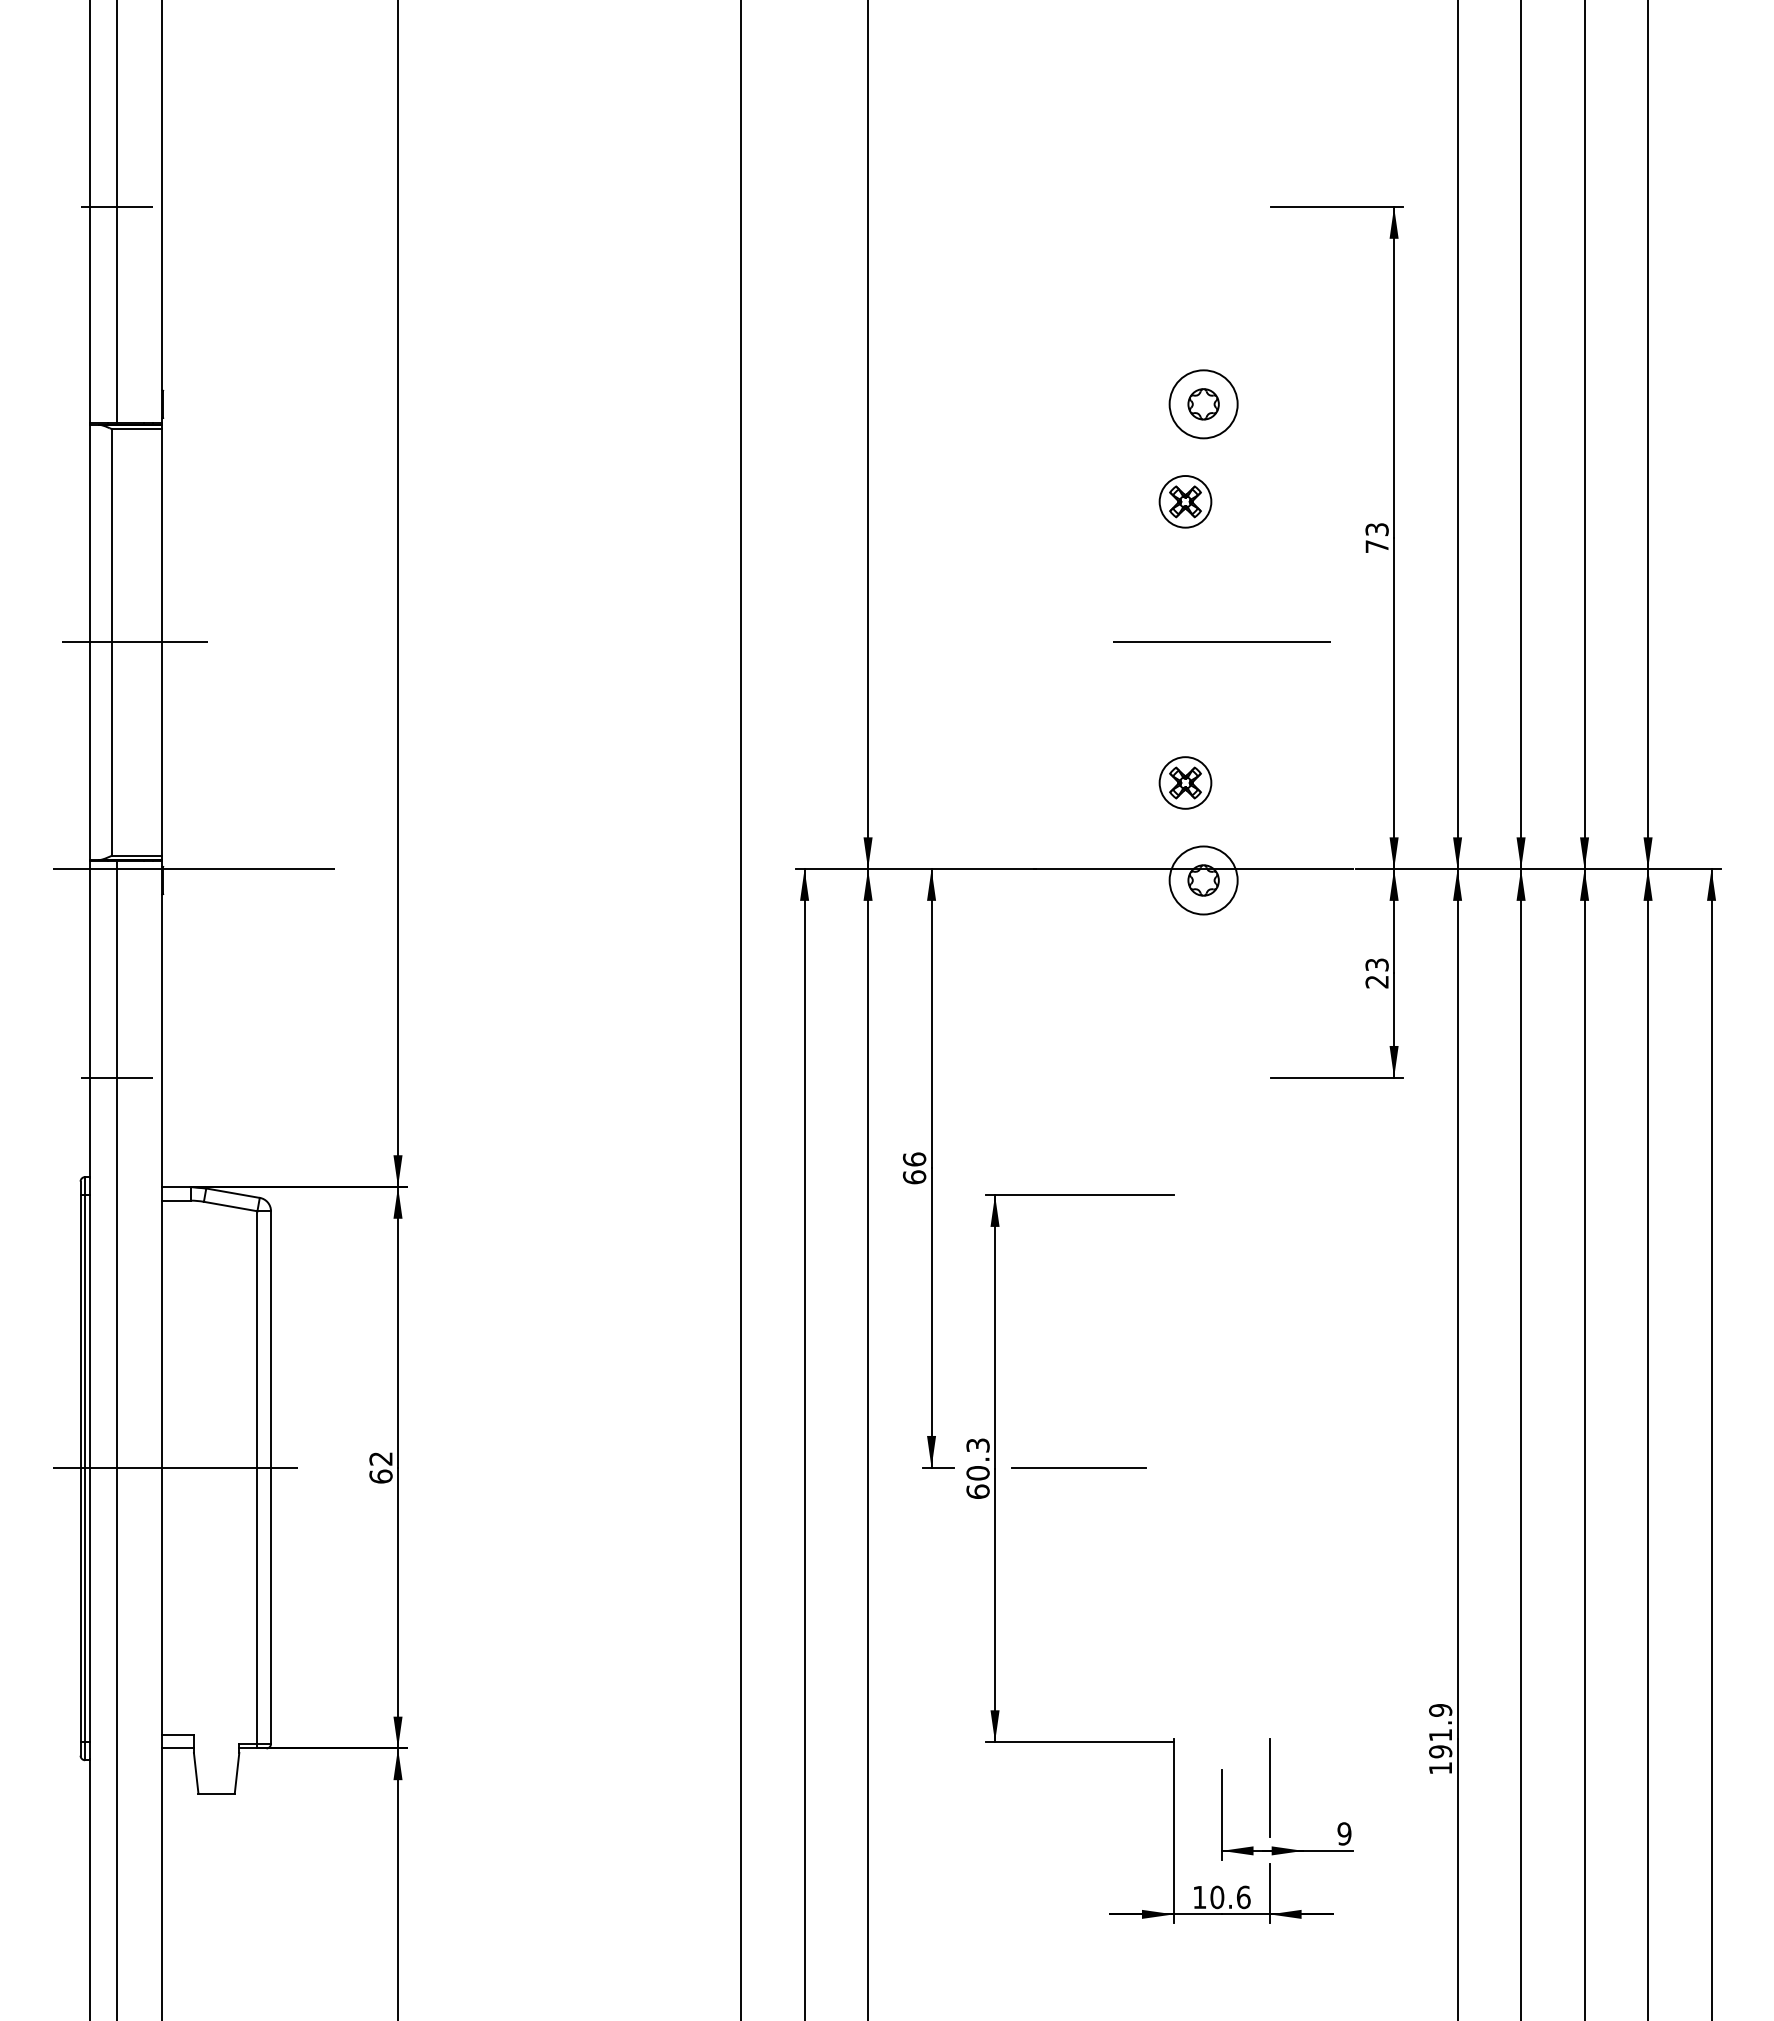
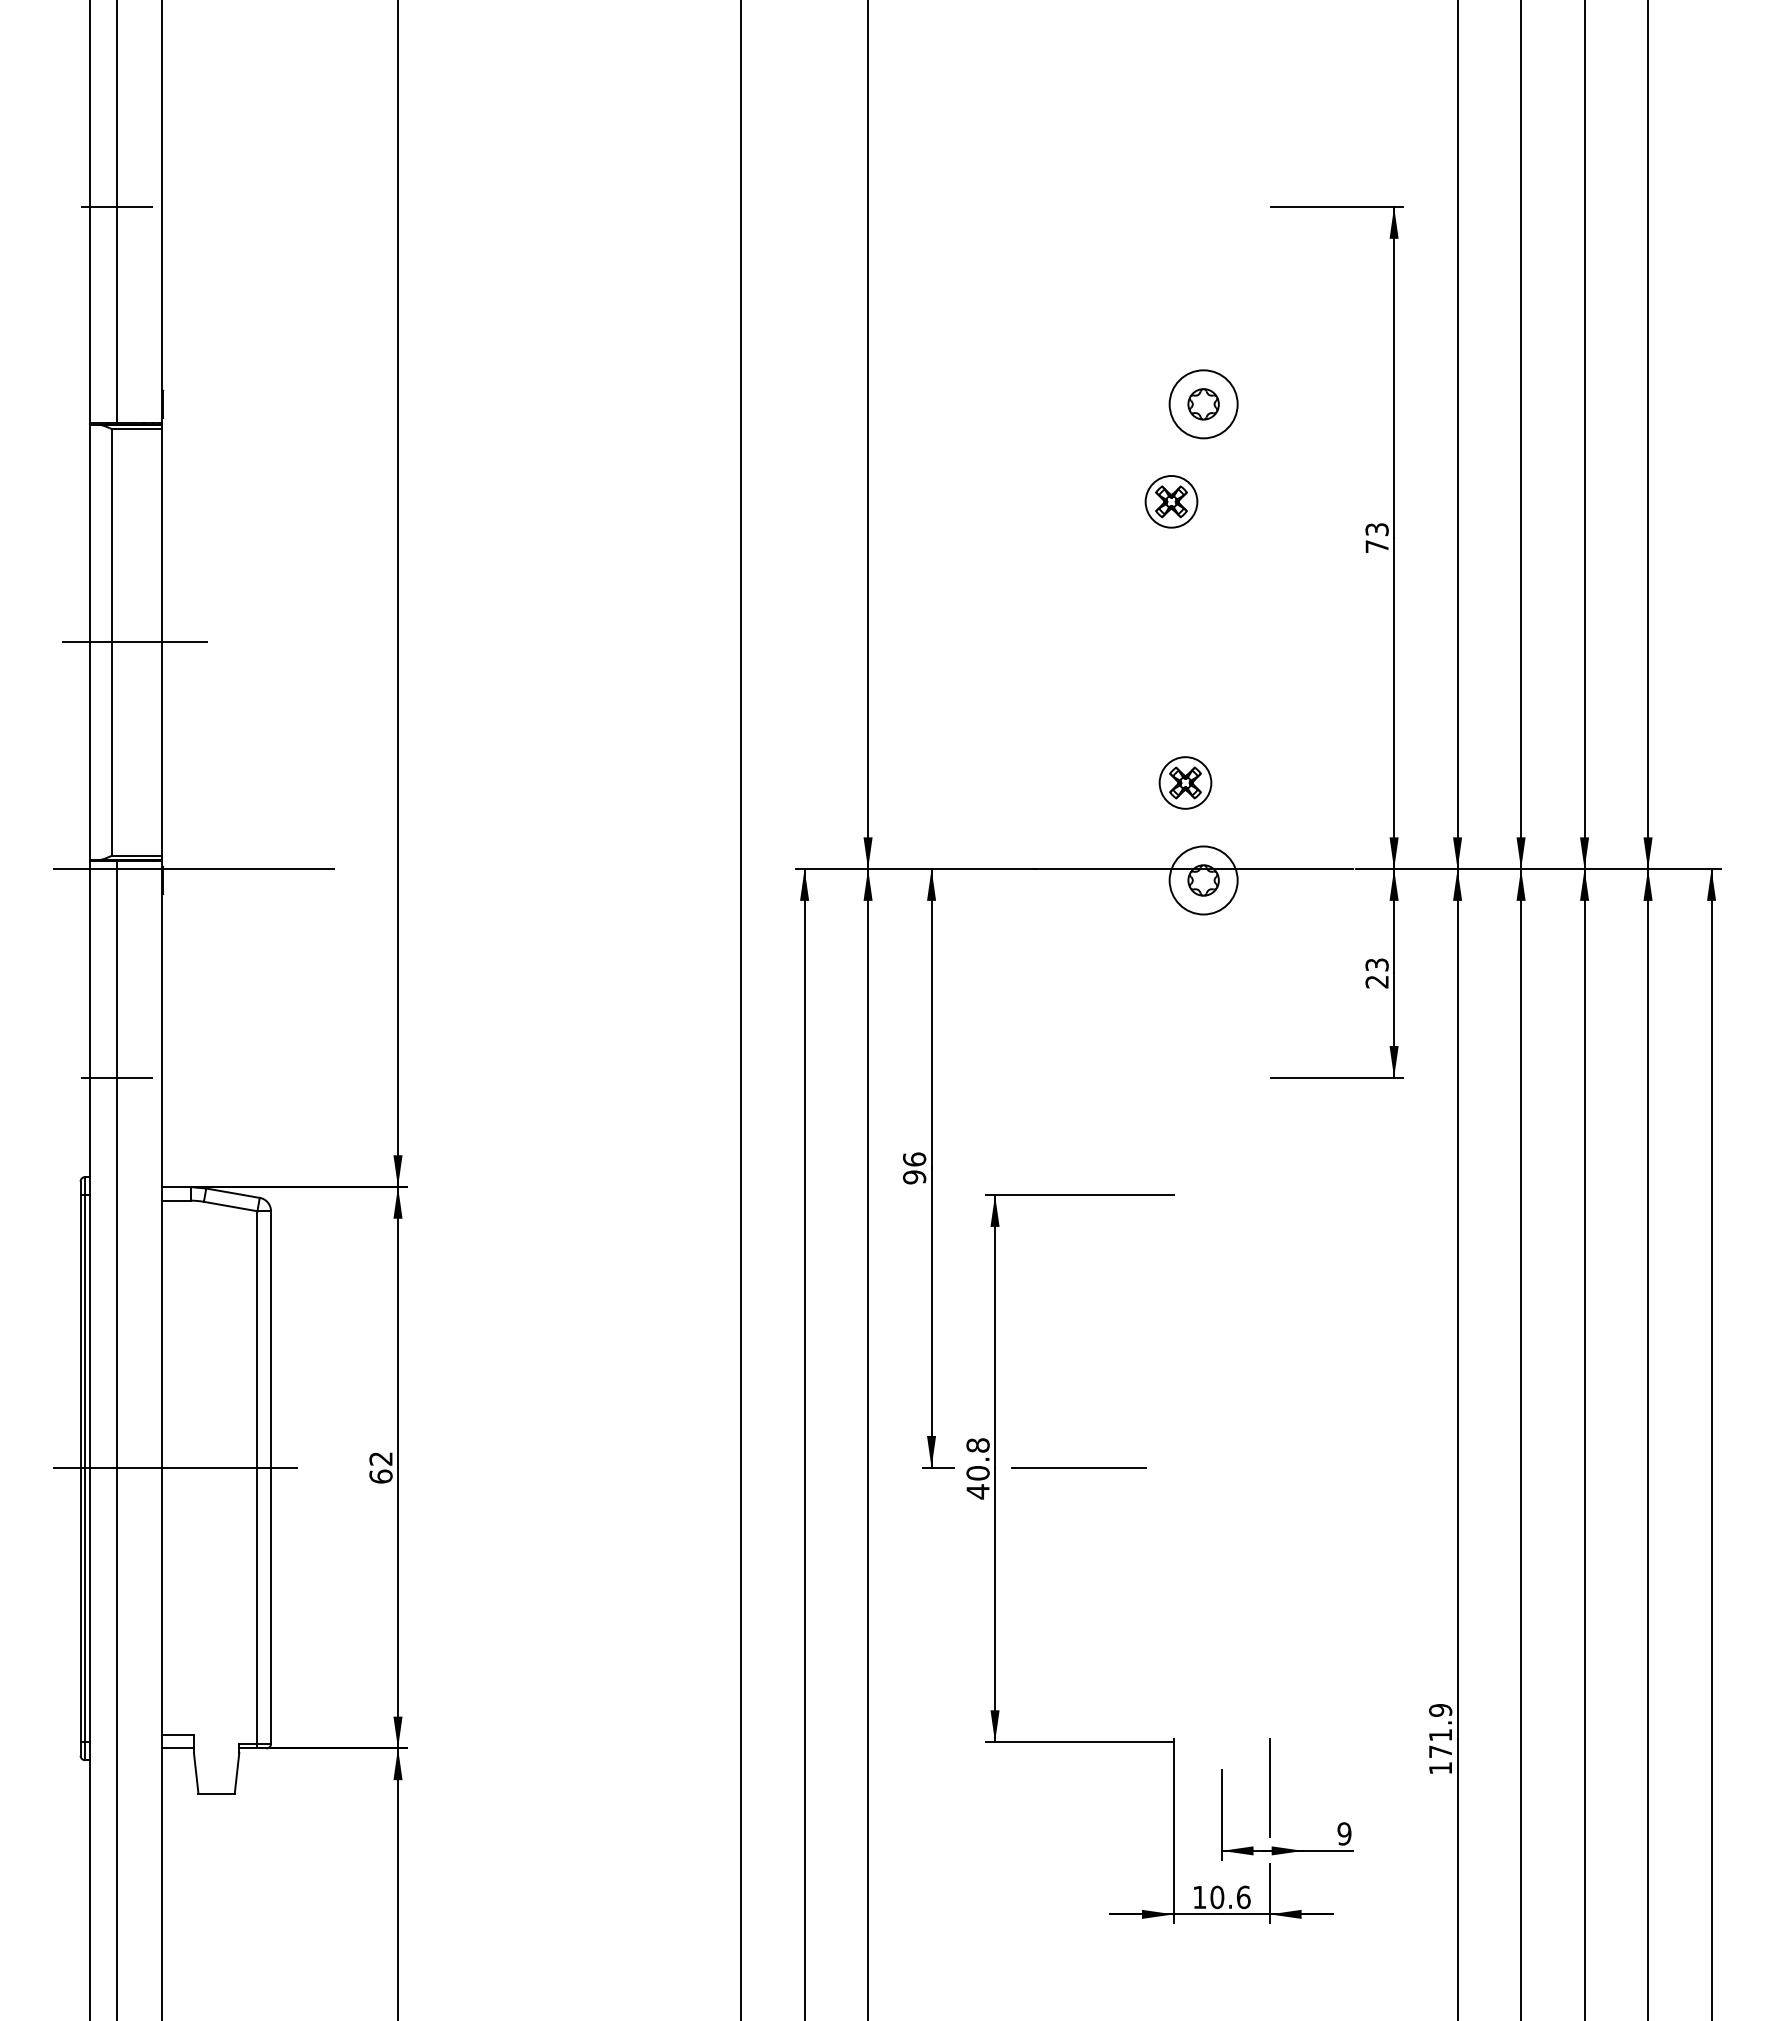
part at (1185, 501) position: (1185, 501) -> (1171, 501)
line at (1221, 641): present -> none
text at (914, 1177): 66 -> 96
text at (977, 1468): 60.3 -> 40.8
text at (1440, 1751): 191.9 -> 171.9
